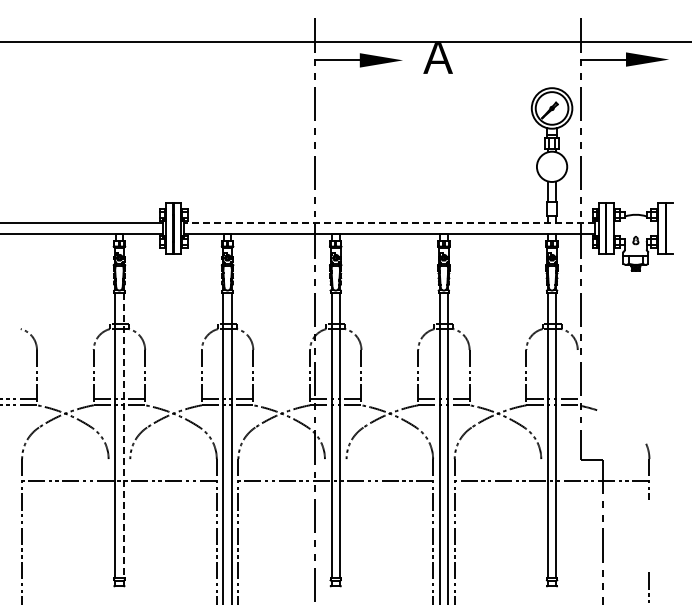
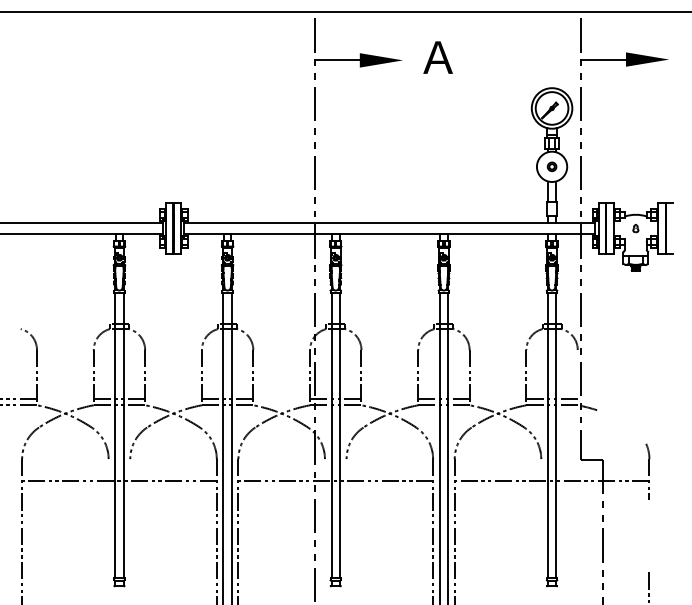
line at (345, 42) position: (345, 42) -> (345, 12)
part at (551, 166): none -> present
line at (389, 222): dashed -> solid
part at (635, 240) position: (635, 240) -> (635, 228)
line at (123, 435): dashed -> solid
